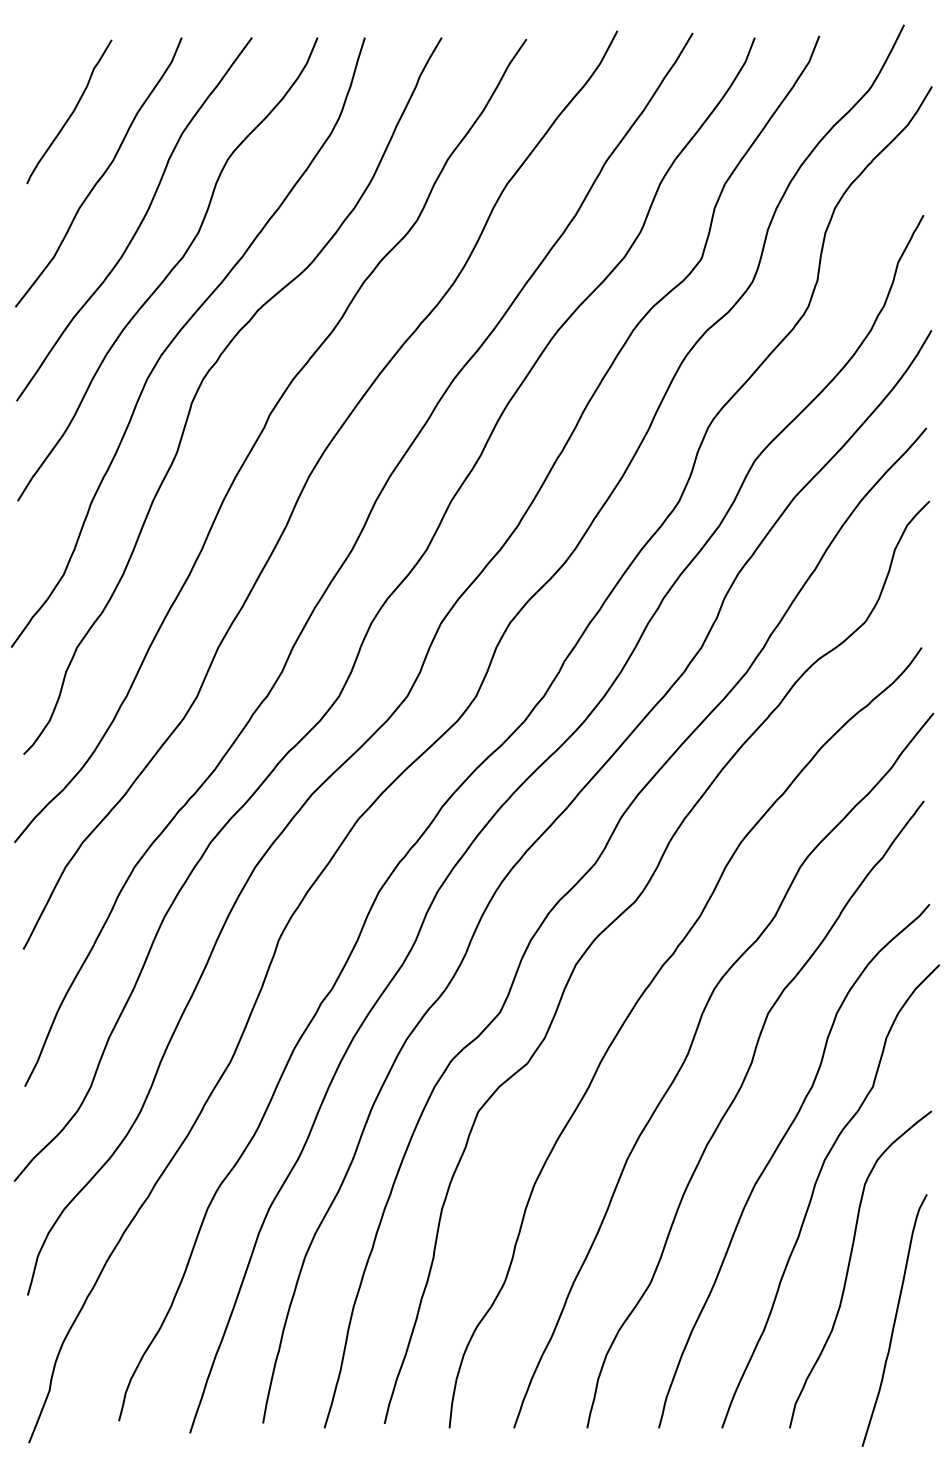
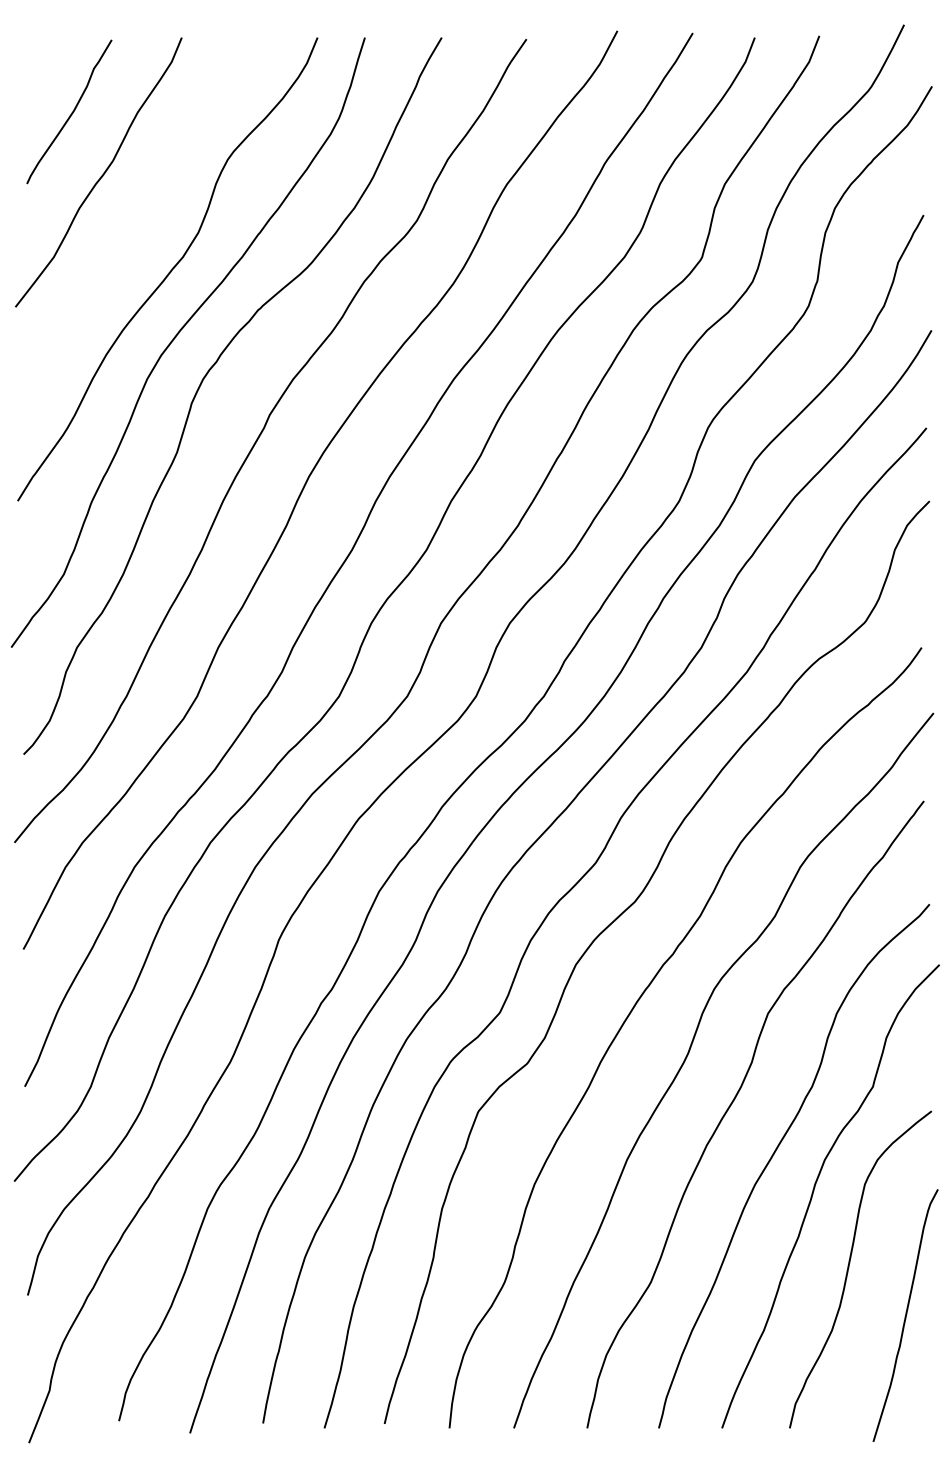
curve at (139, 223): present -> none
curve at (894, 1320) position: (894, 1320) -> (905, 1315)
